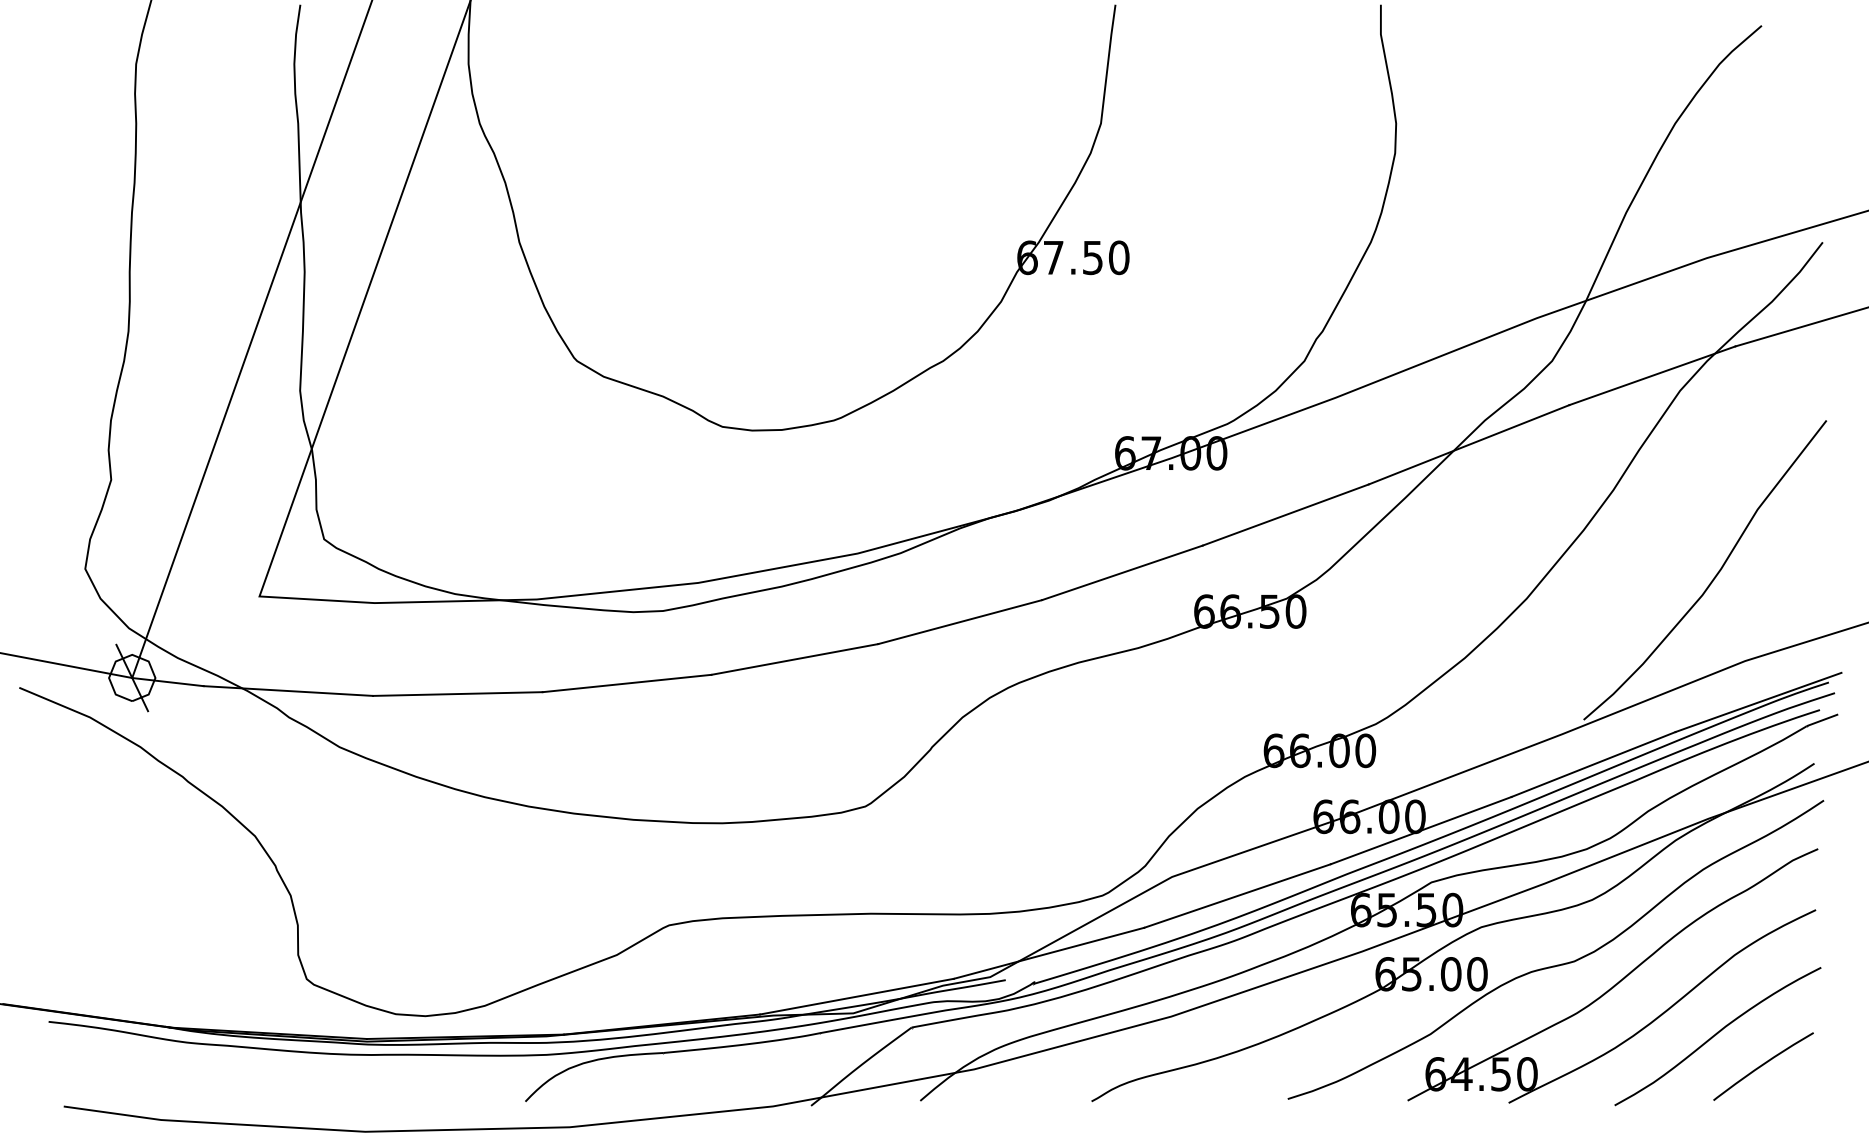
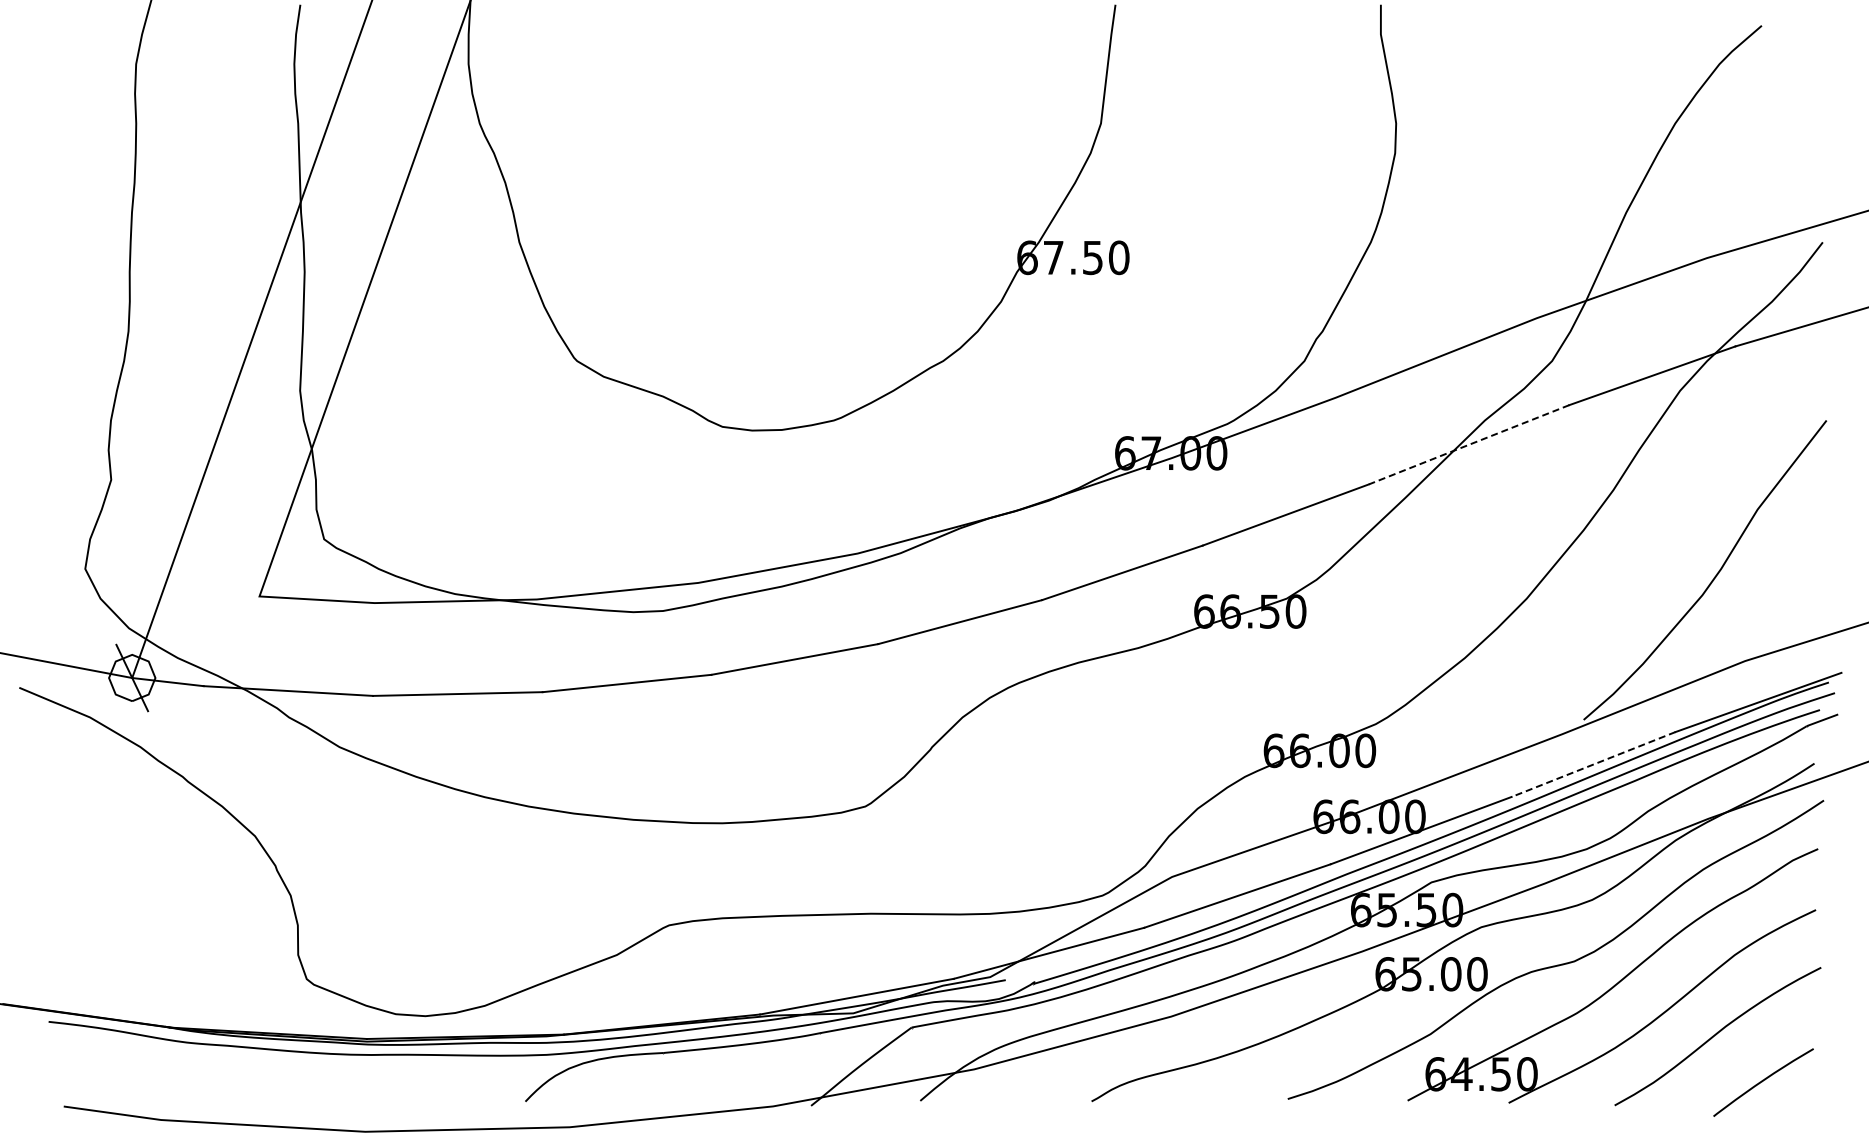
line at (1469, 444): solid -> dashed
line at (1593, 764): solid -> dashed
curve at (1763, 1065) position: (1763, 1065) -> (1763, 1081)
